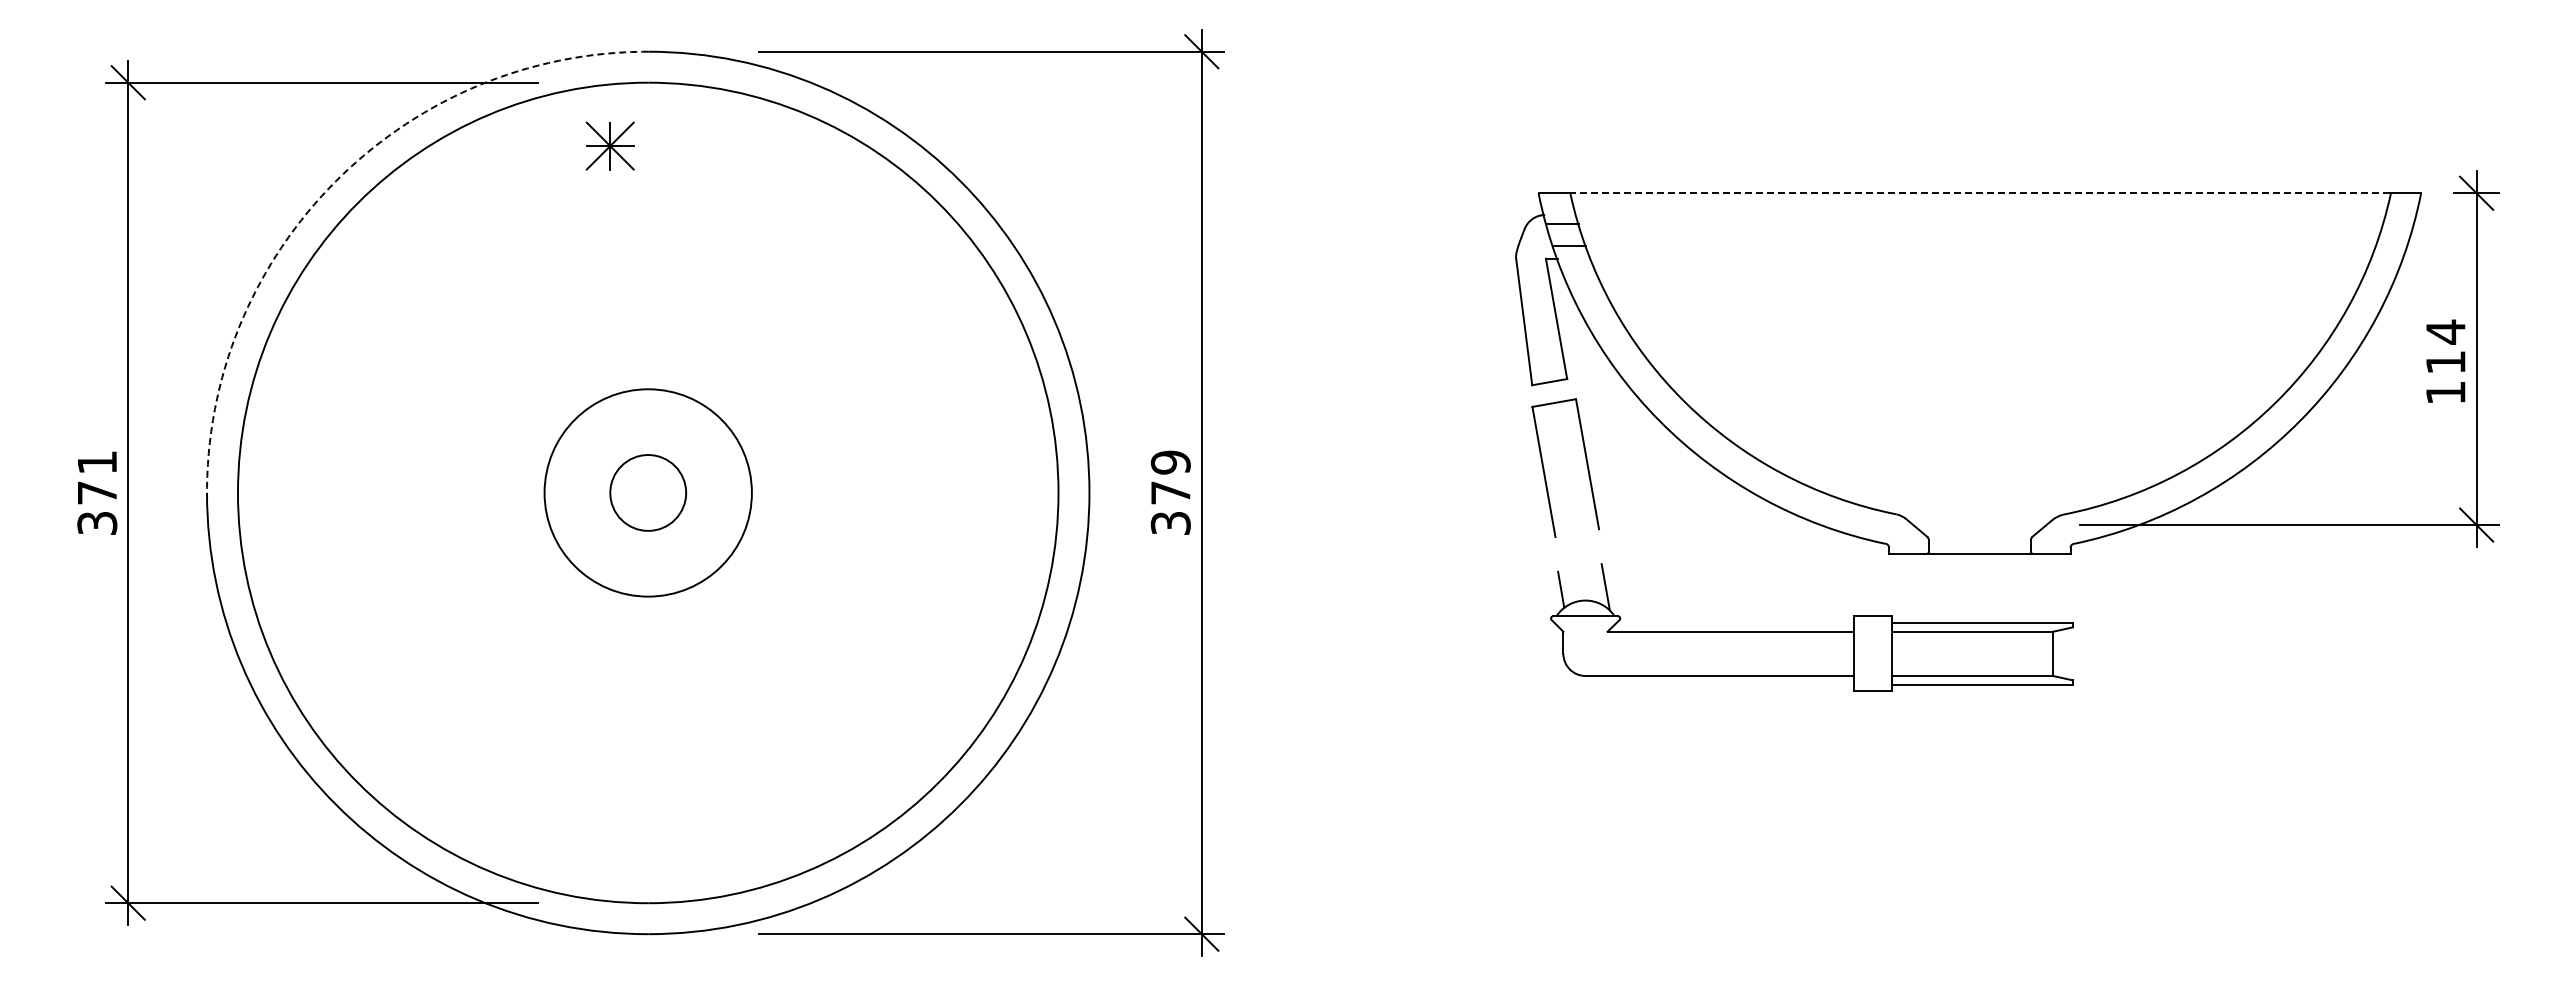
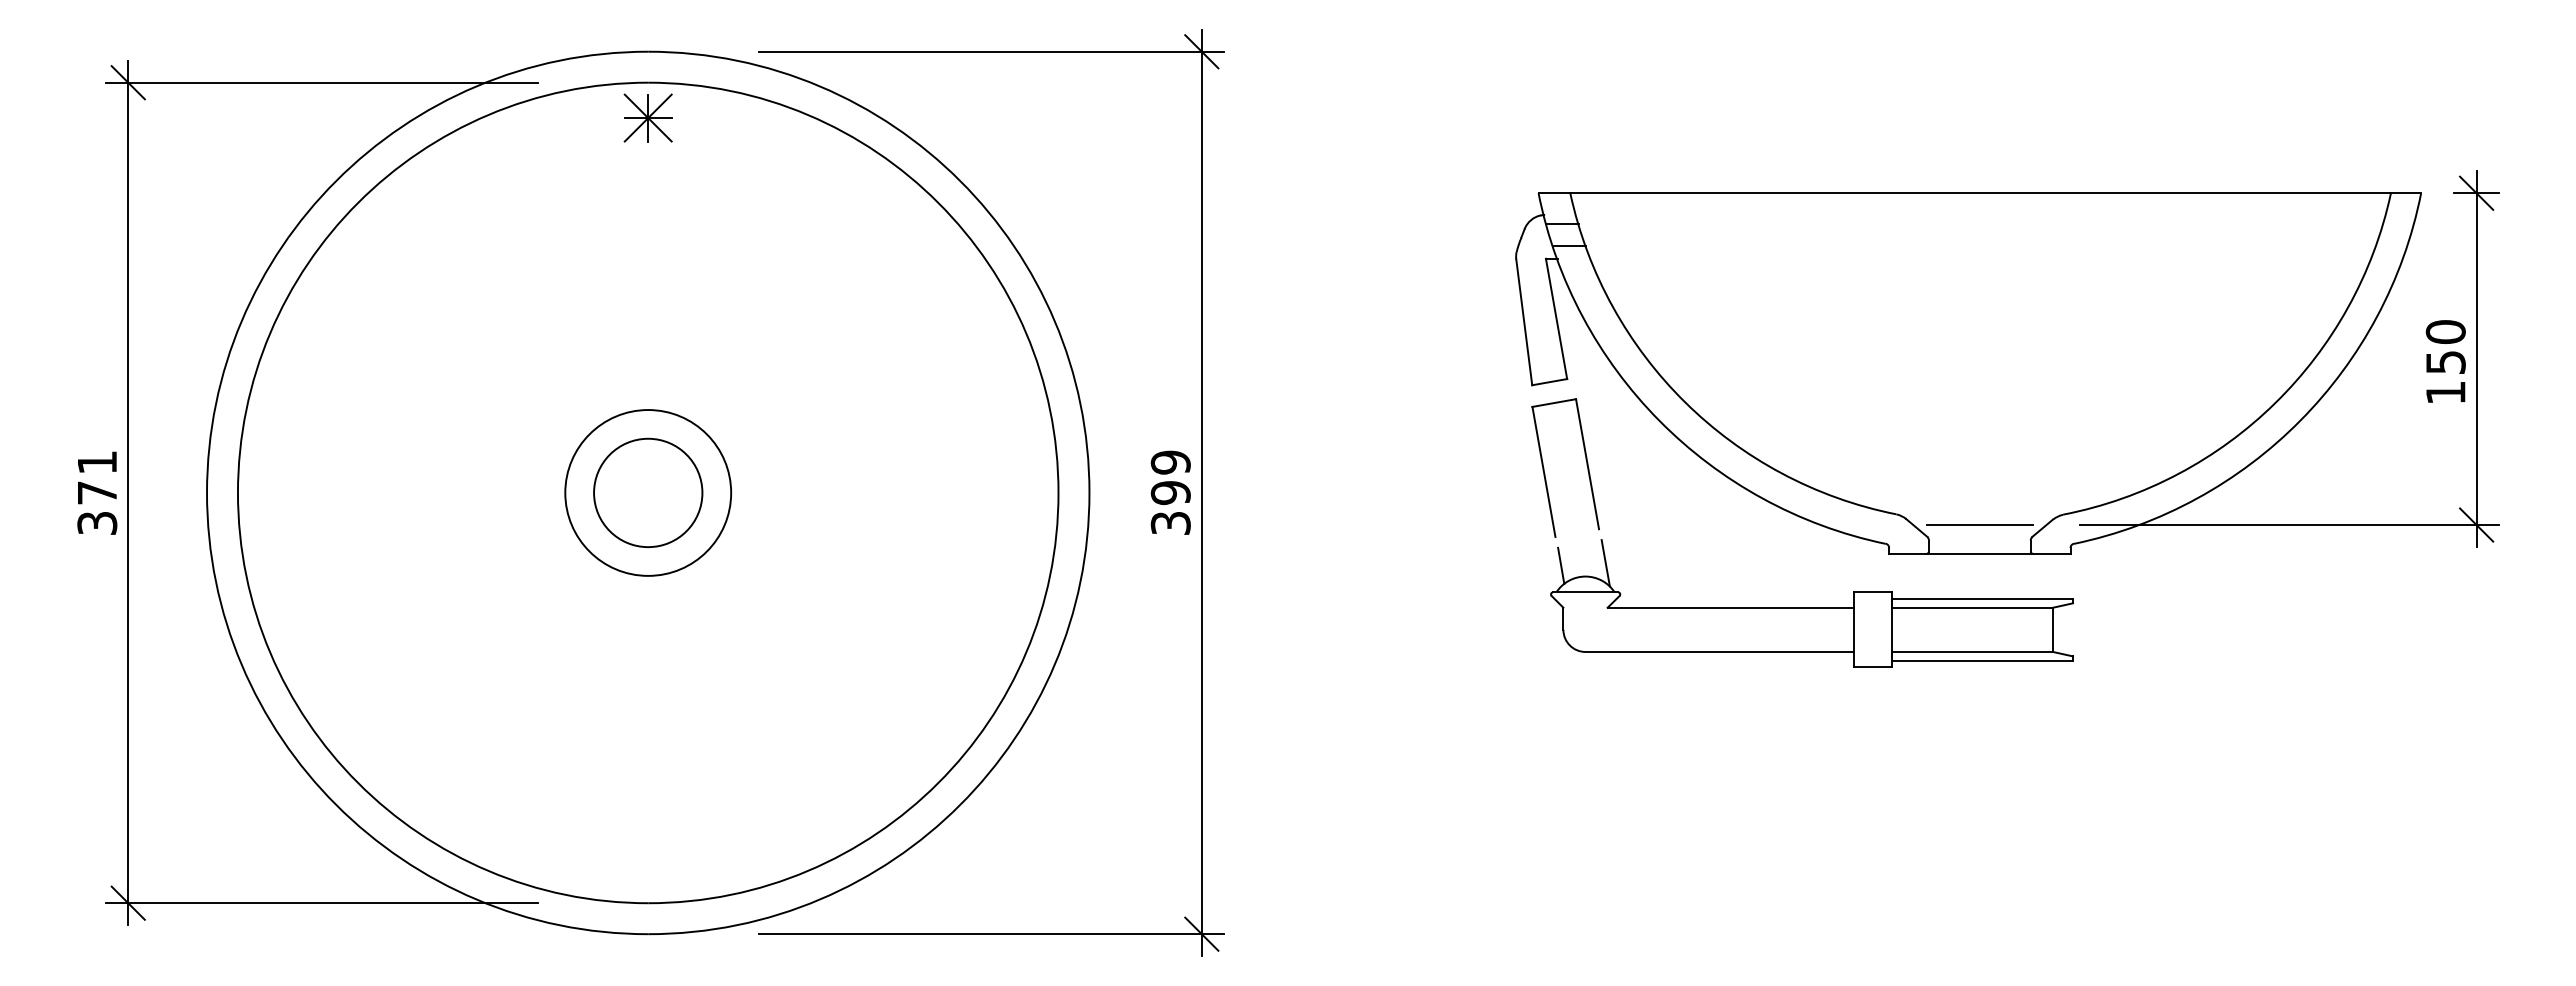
part at (609, 145) position: (609, 145) -> (647, 117)
arc at (336, 180): dashed -> solid
line at (1979, 193): dashed -> solid
text at (2445, 346): 114 -> 150
circle at (647, 492) diameter: 207 px -> 166 px
circle at (648, 492) diameter: 76 px -> 108 px
text at (1170, 493): 379 -> 399
line at (1979, 525): none -> present
part at (1811, 627) position: (1811, 627) -> (1811, 603)
